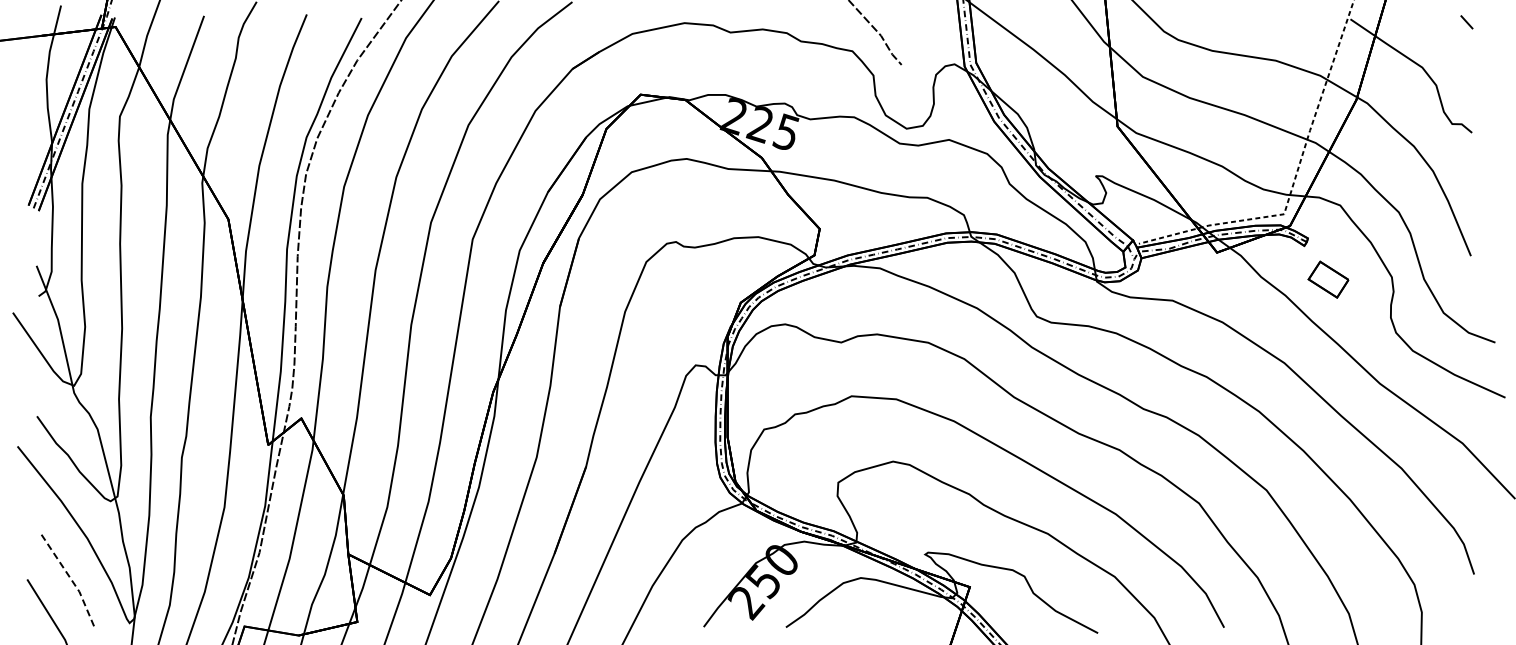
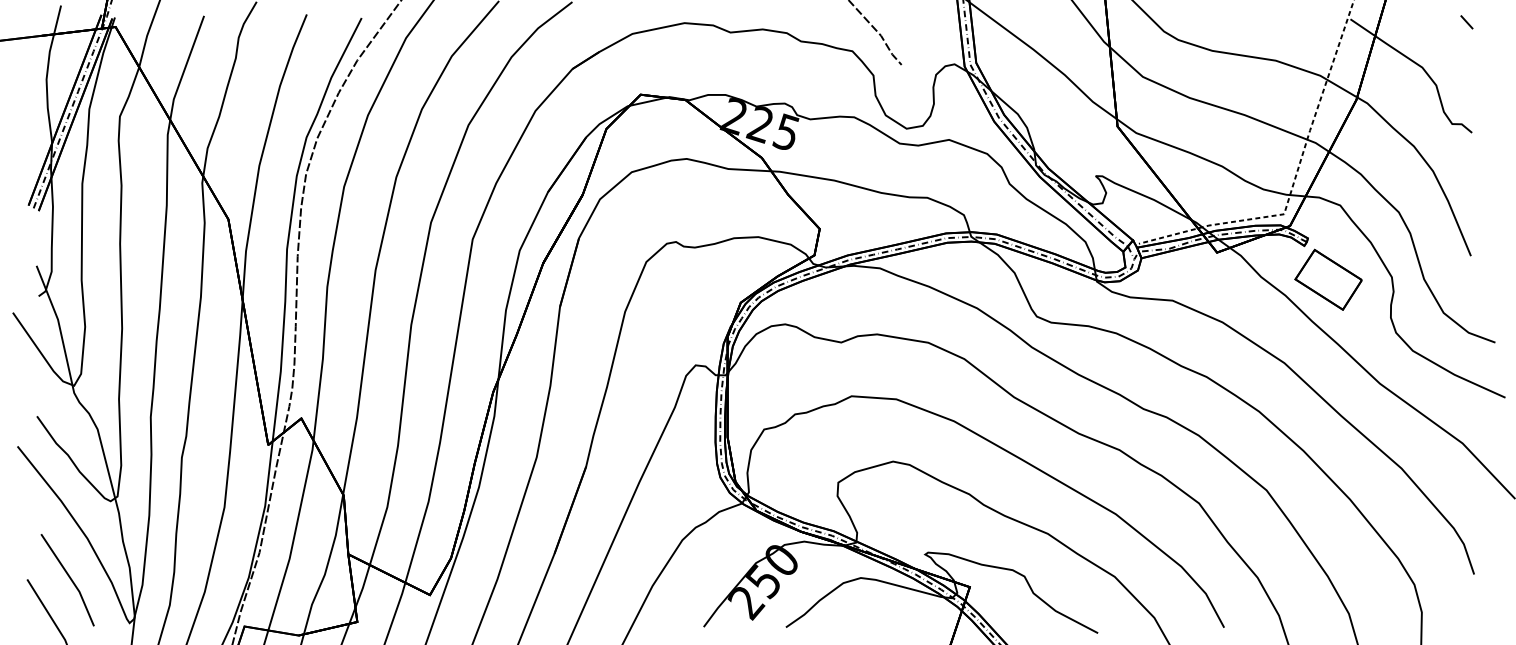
part at (1328, 279) size: 43x39 px -> 69x63 px
line at (70, 578): dashed -> solid
